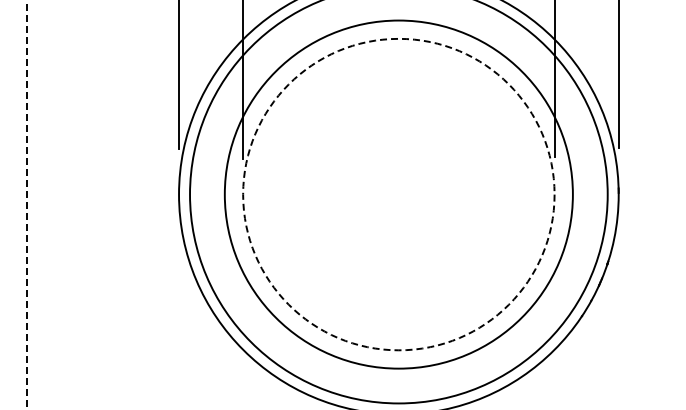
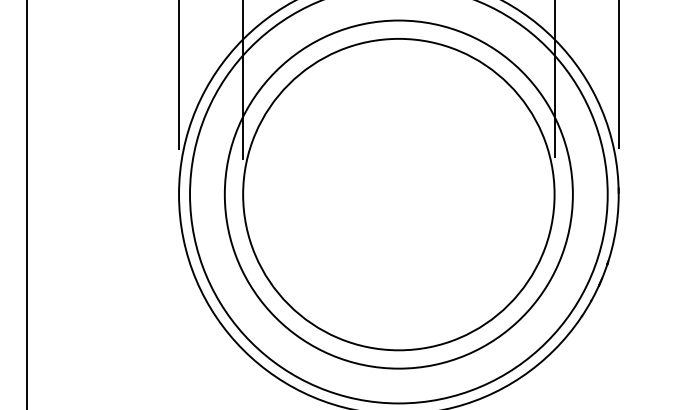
circle at (398, 194): dashed -> solid
line at (26, 205): dashed -> solid
